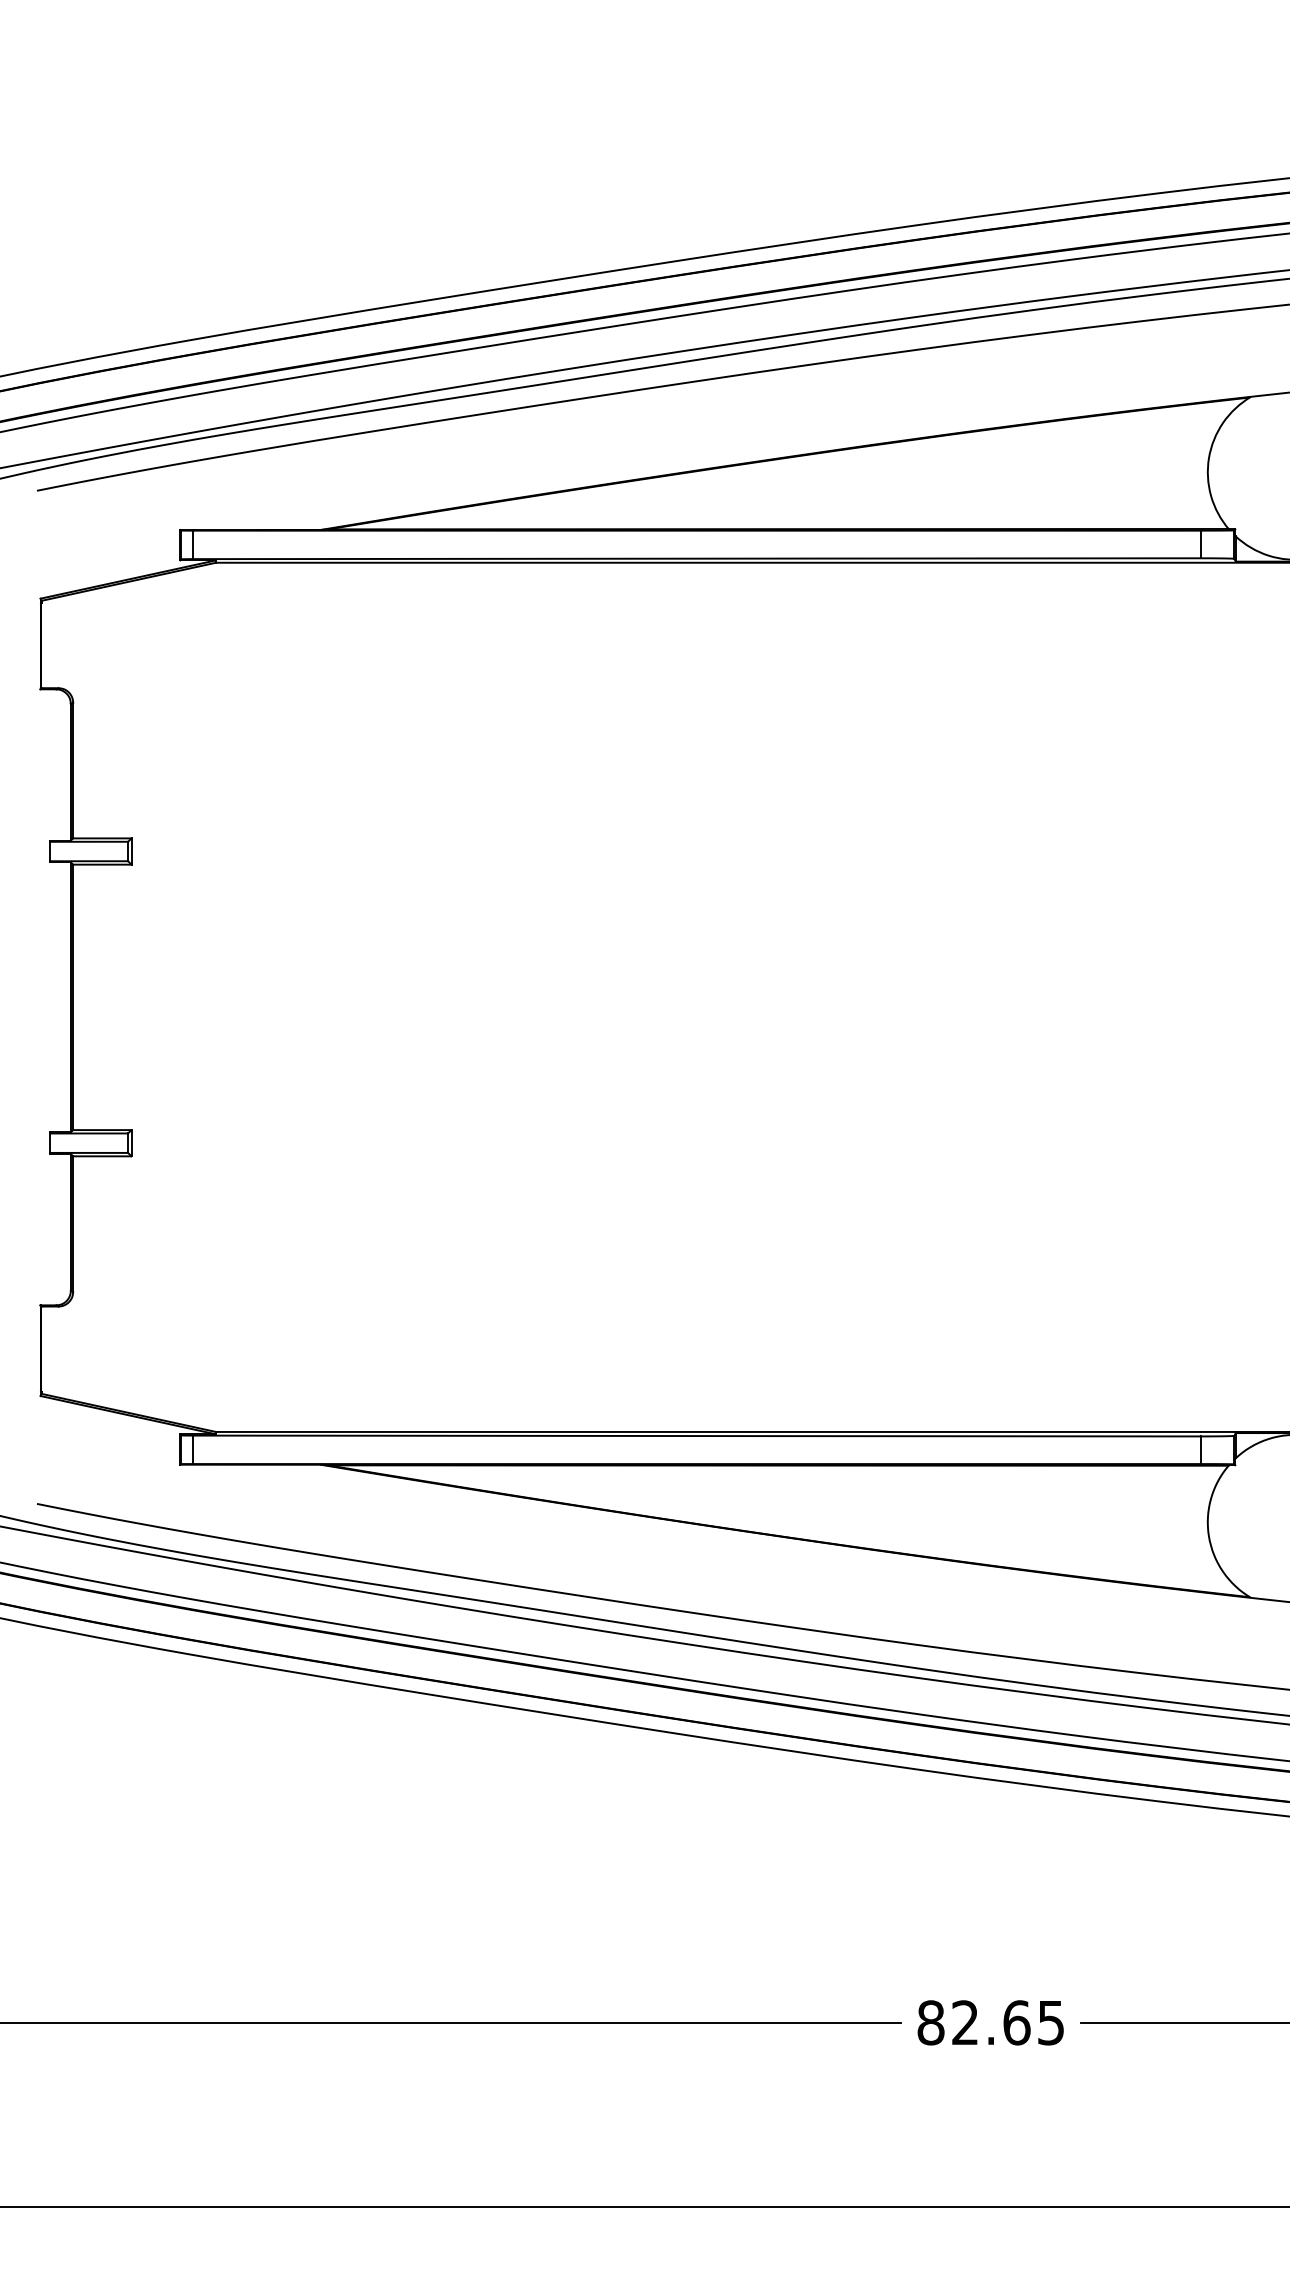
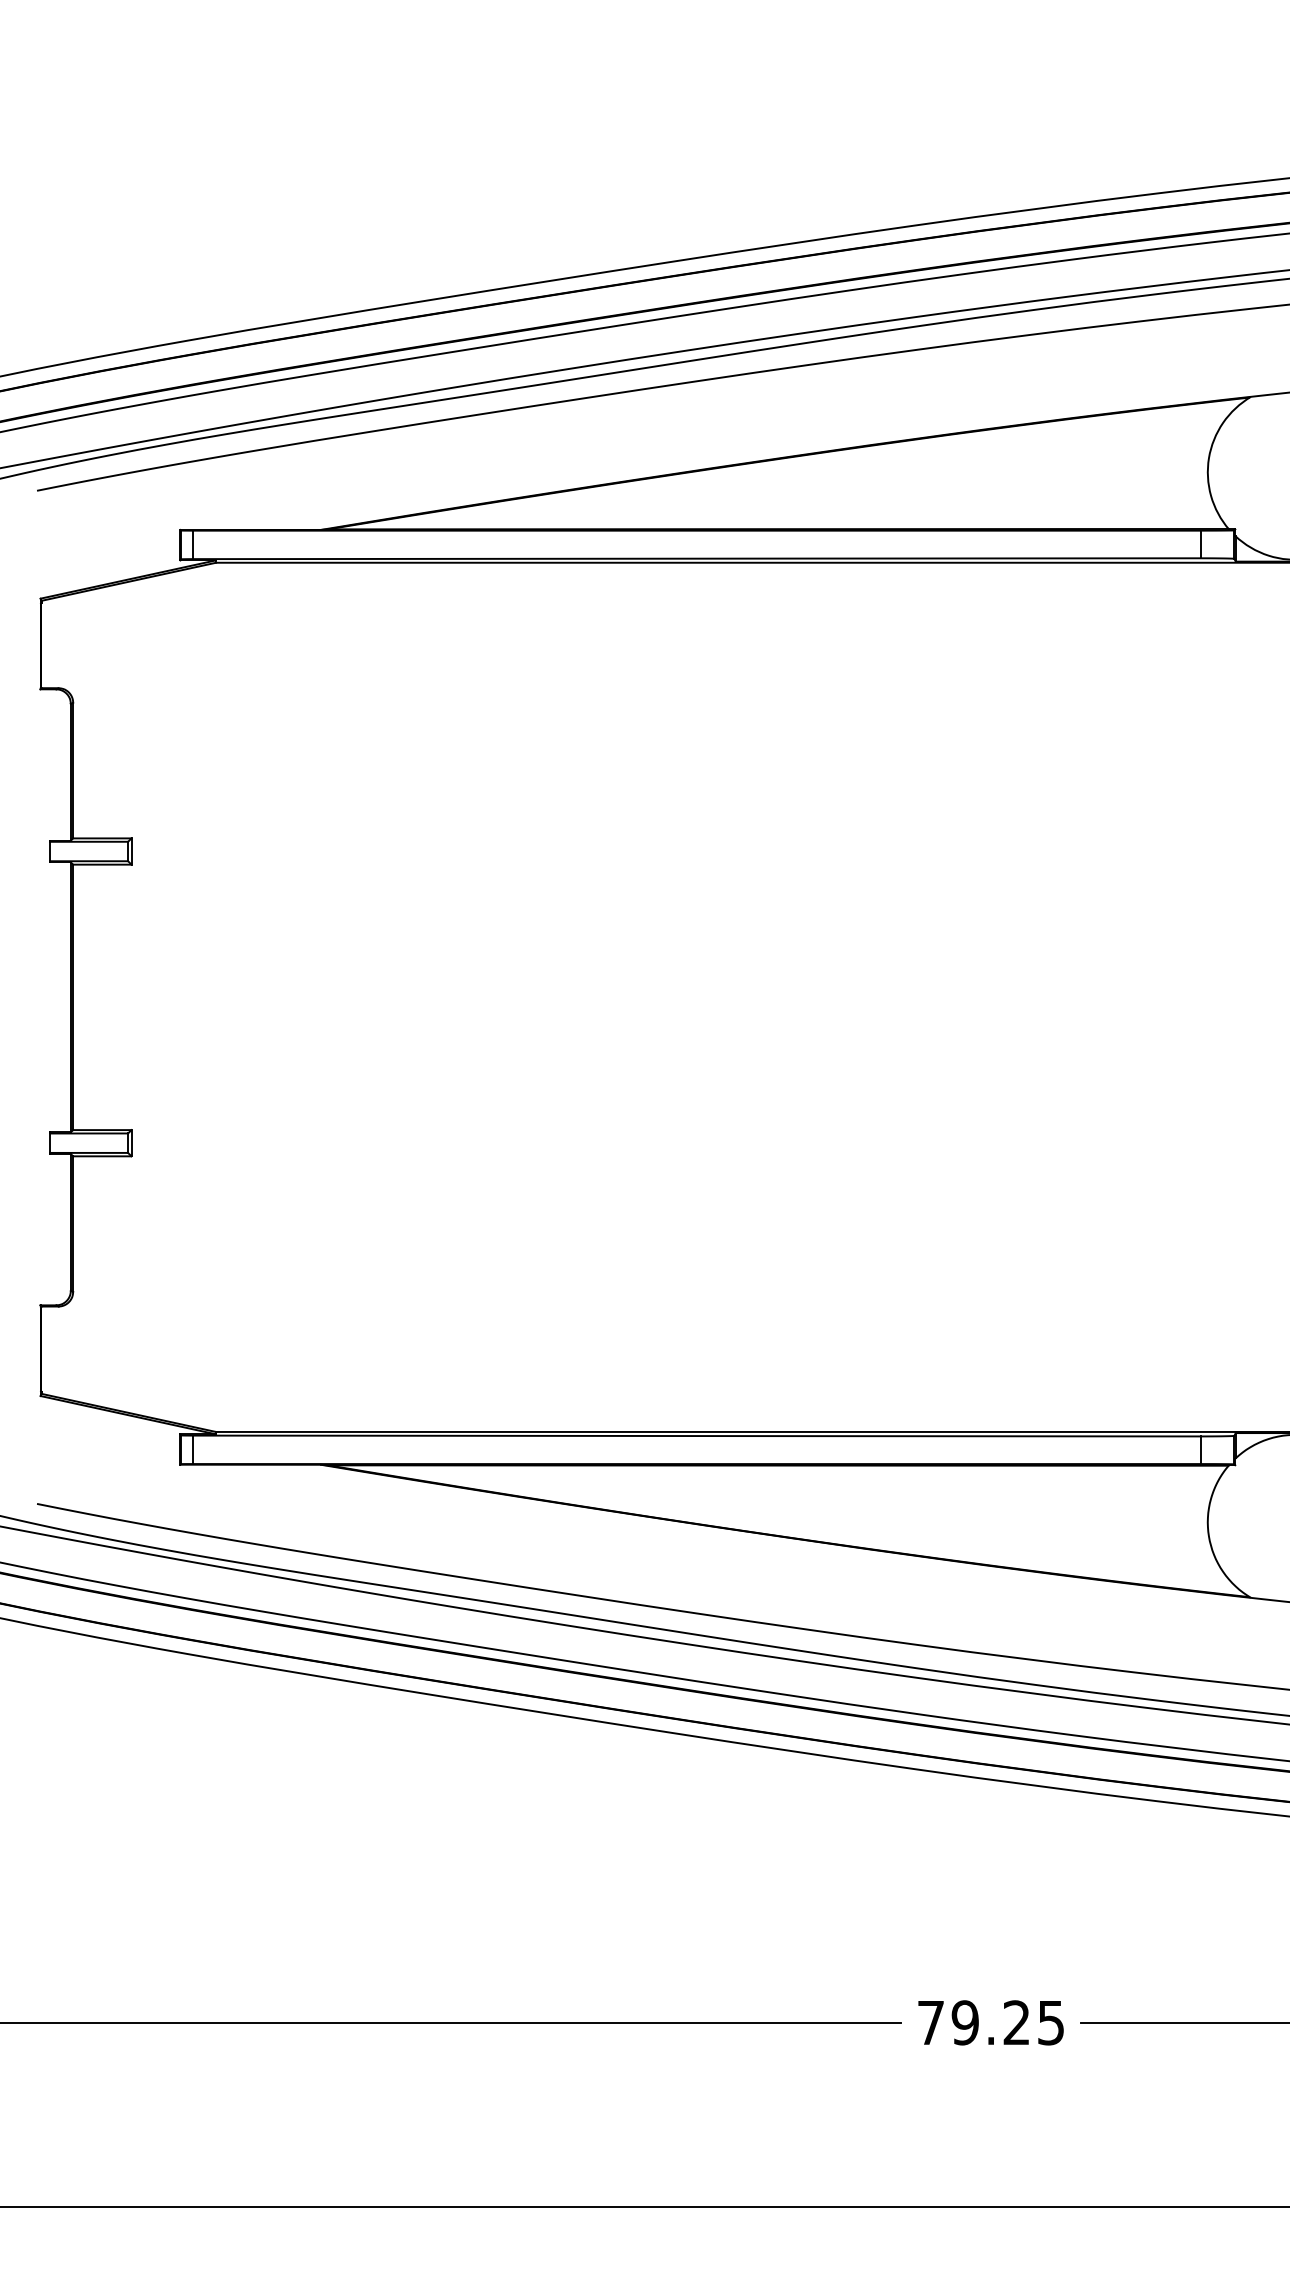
text at (973, 2022): 82.65 -> 79.25
